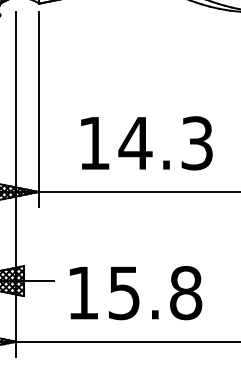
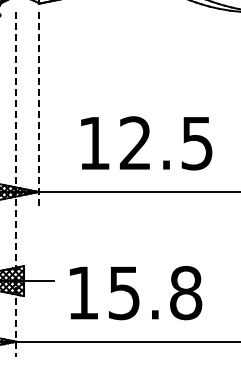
line at (38, 110): solid -> dashed
text at (165, 142): 14.3 -> 12.5
line at (16, 185): solid -> dashed
